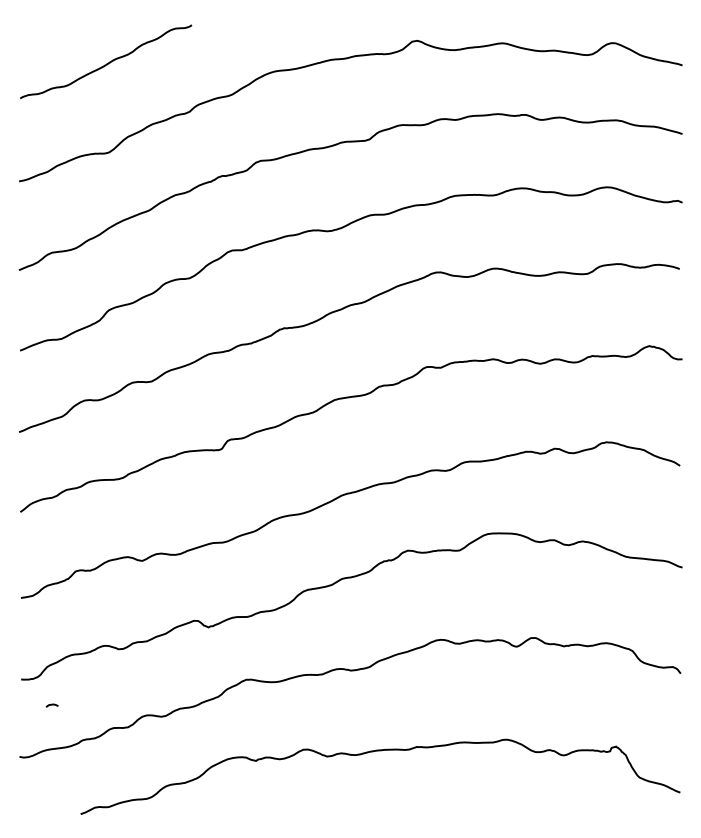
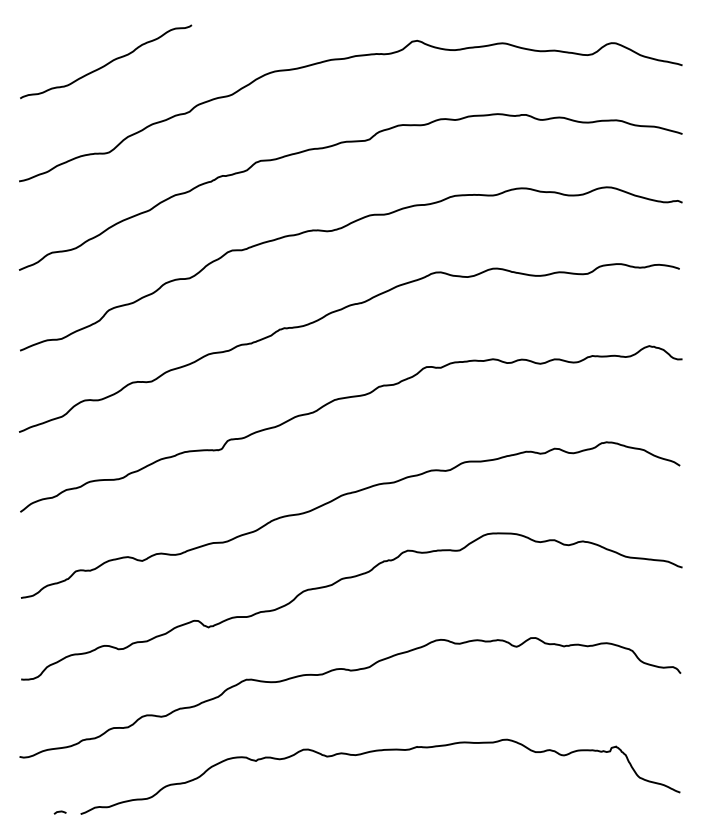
curve at (51, 705) position: (51, 705) -> (59, 812)
